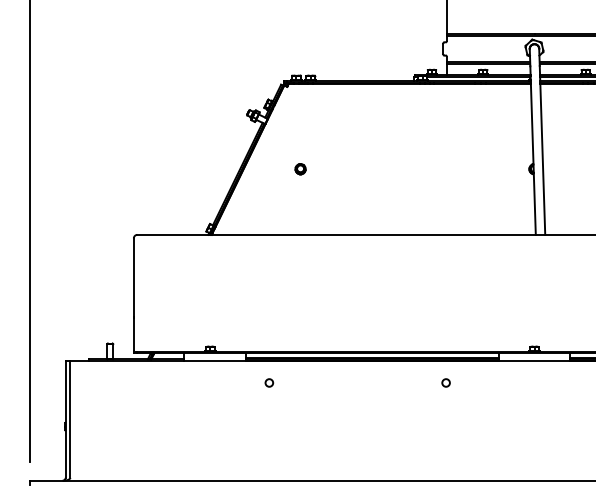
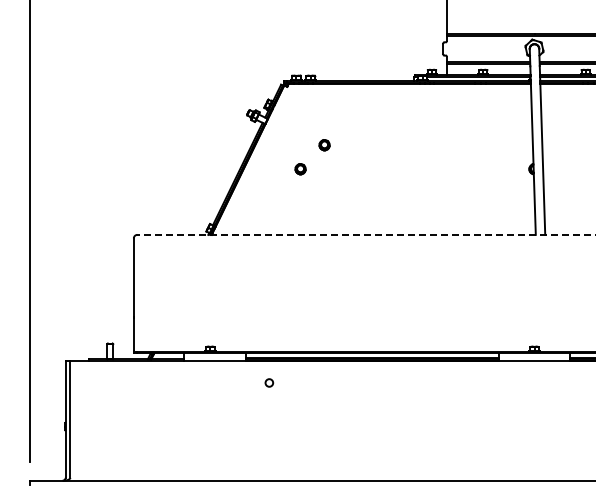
part at (324, 145): none -> present
line at (366, 234): solid -> dashed
circle at (445, 382): present -> none
